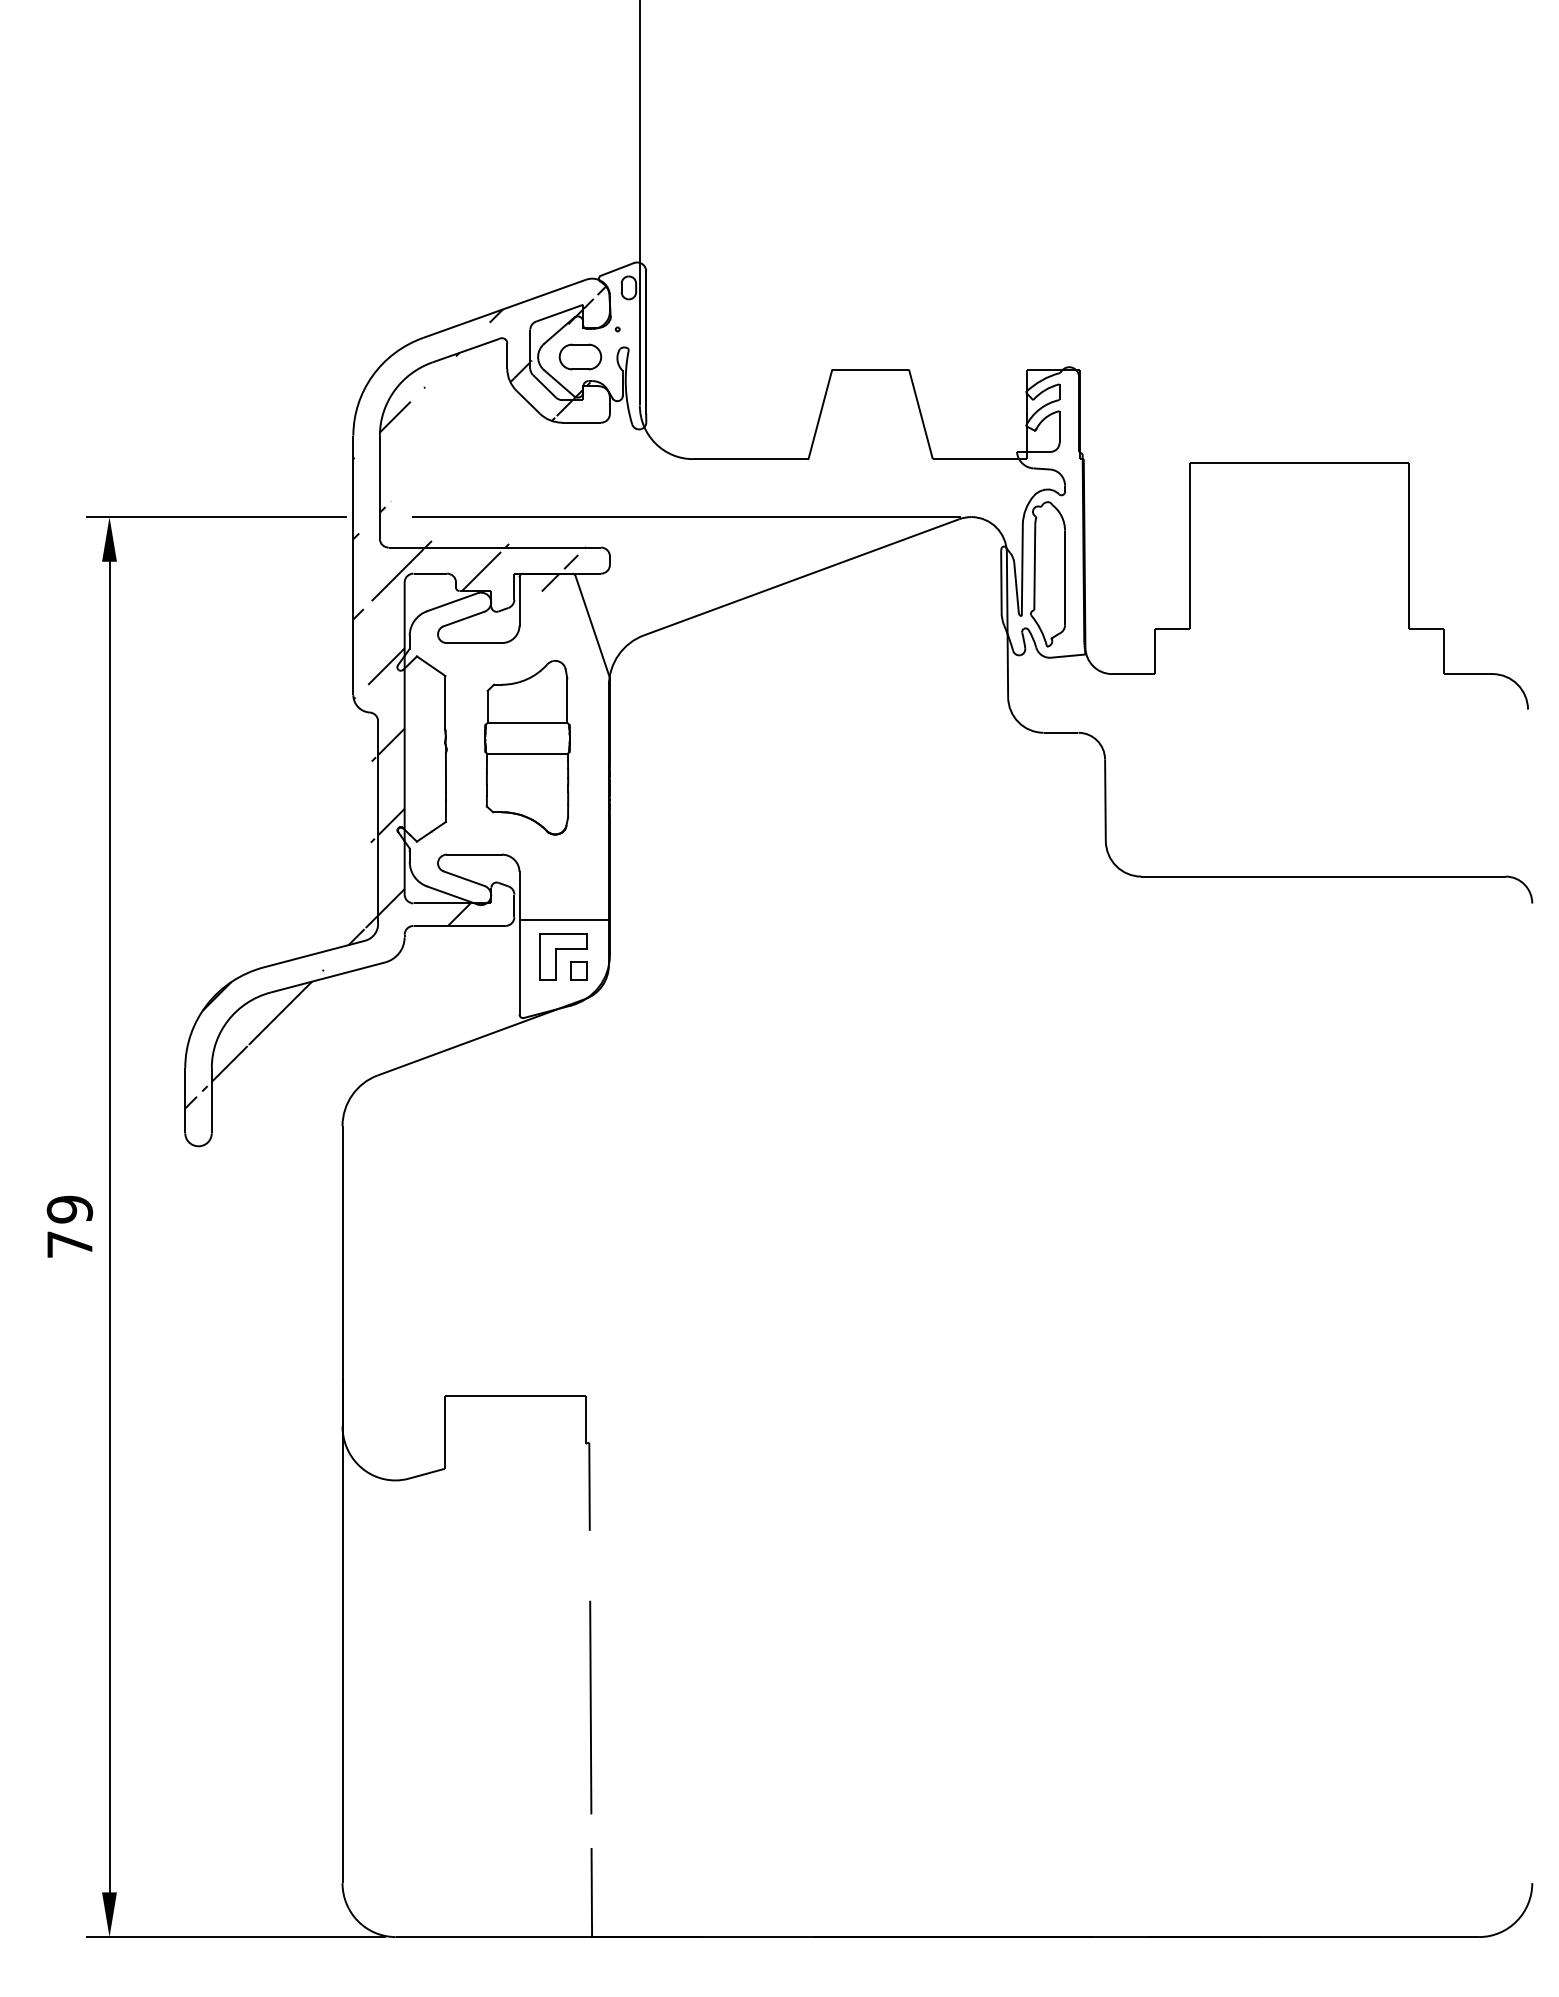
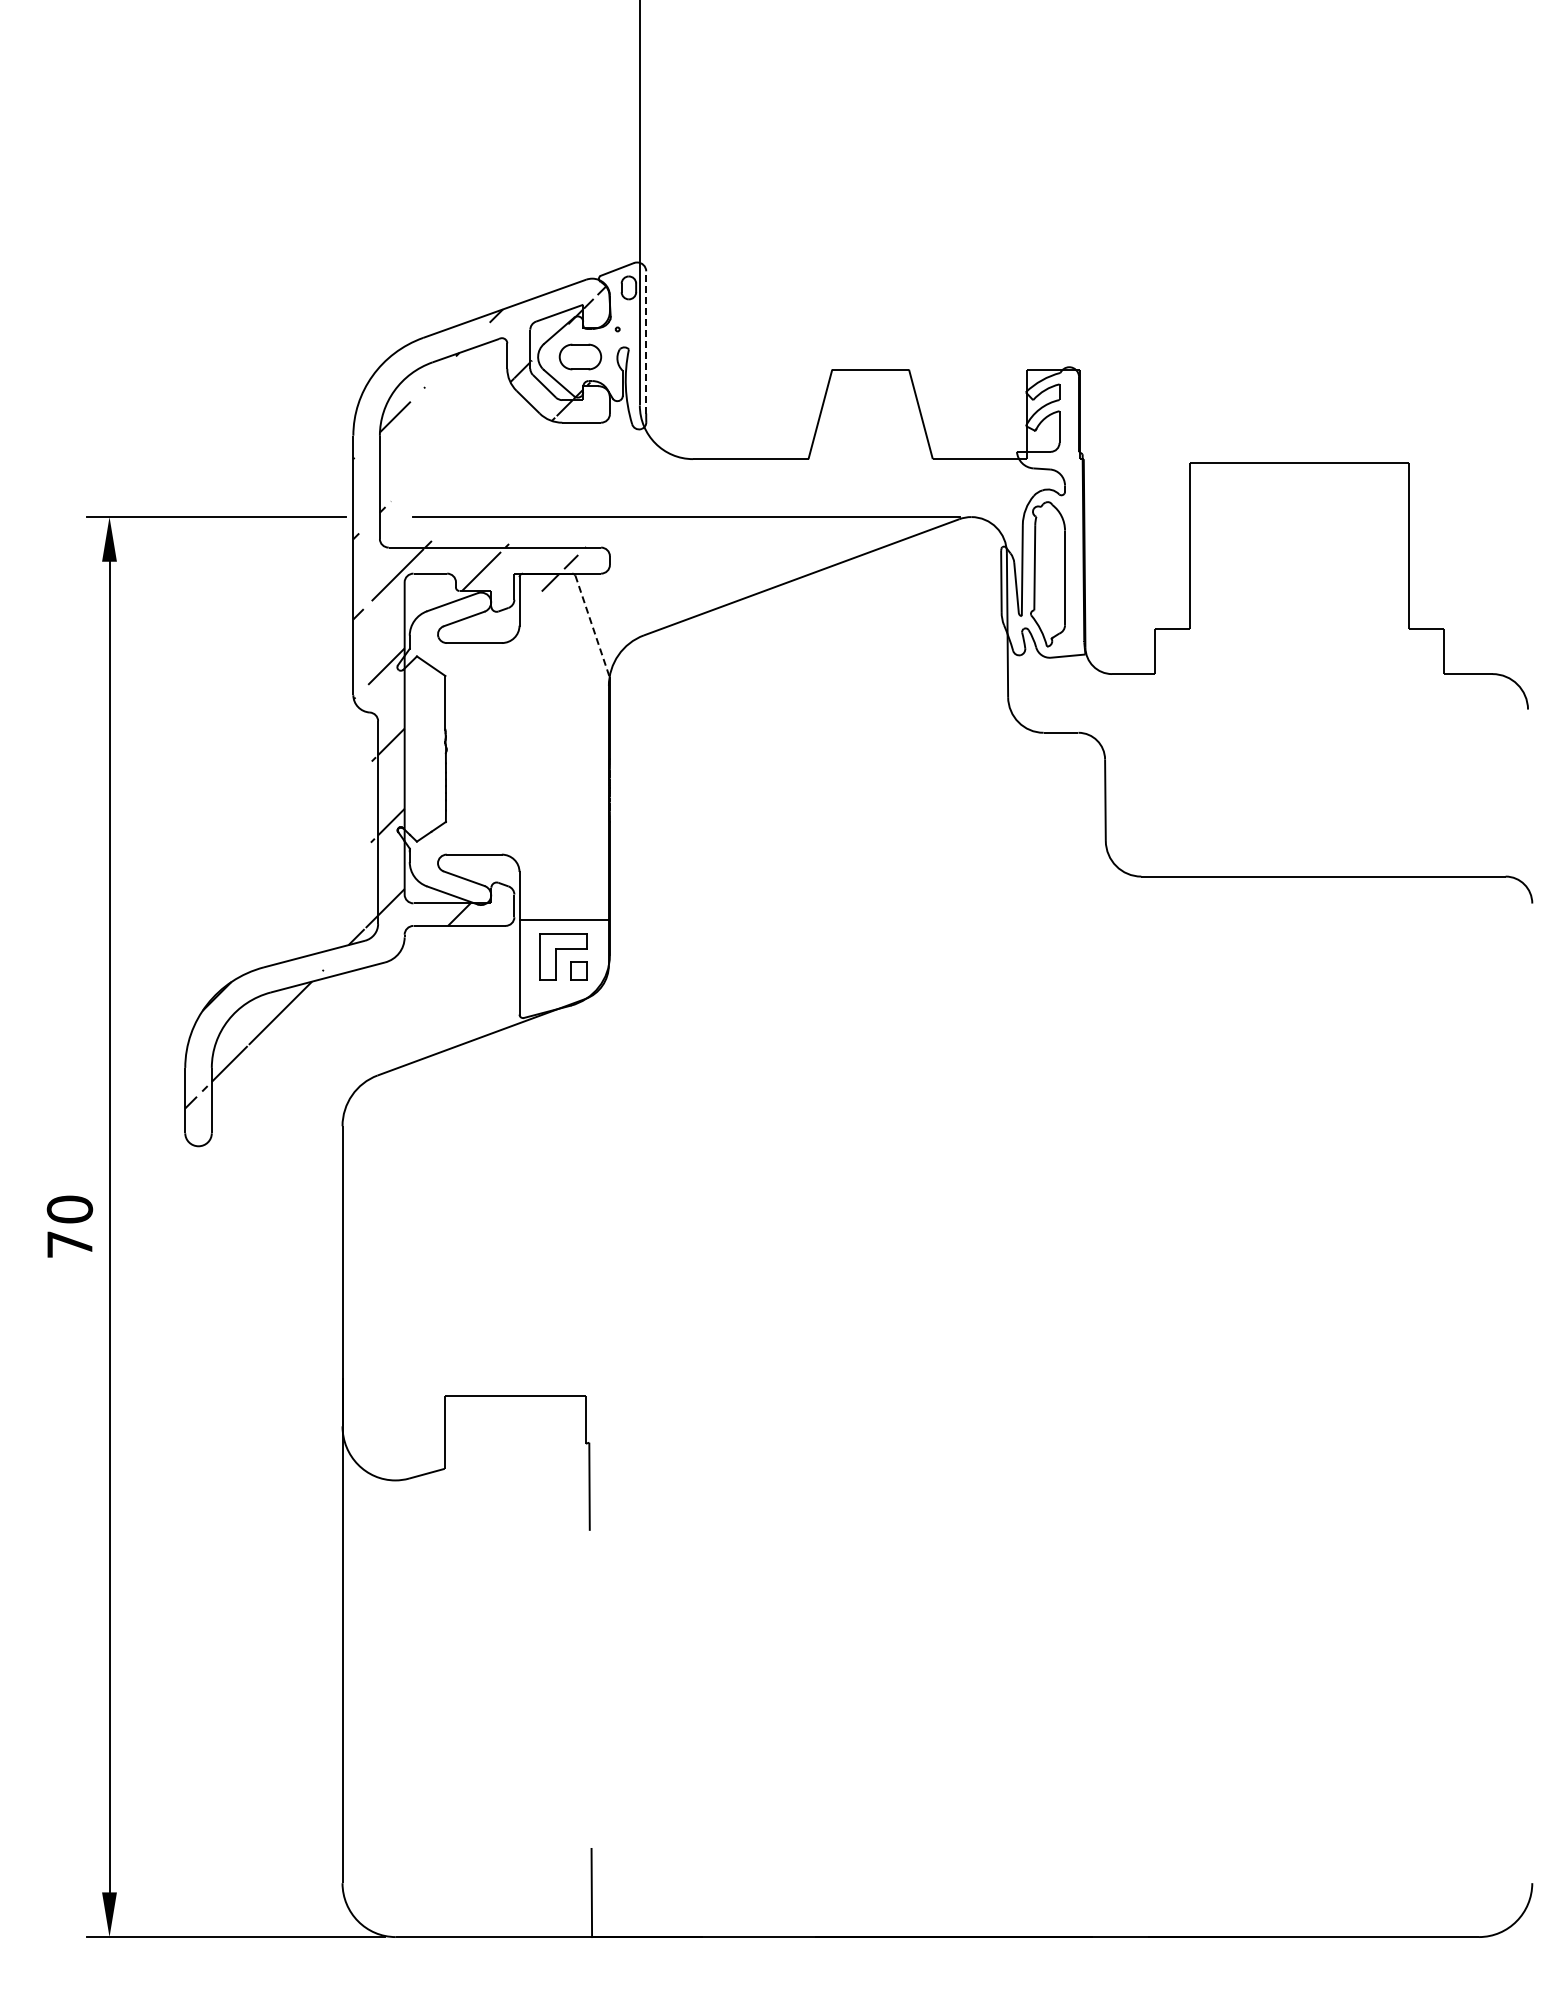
line at (646, 341): solid -> dashed
line at (592, 626): solid -> dashed
part at (527, 747): present -> none
text at (70, 1209): 79 -> 70
line at (590, 1707): present -> none
